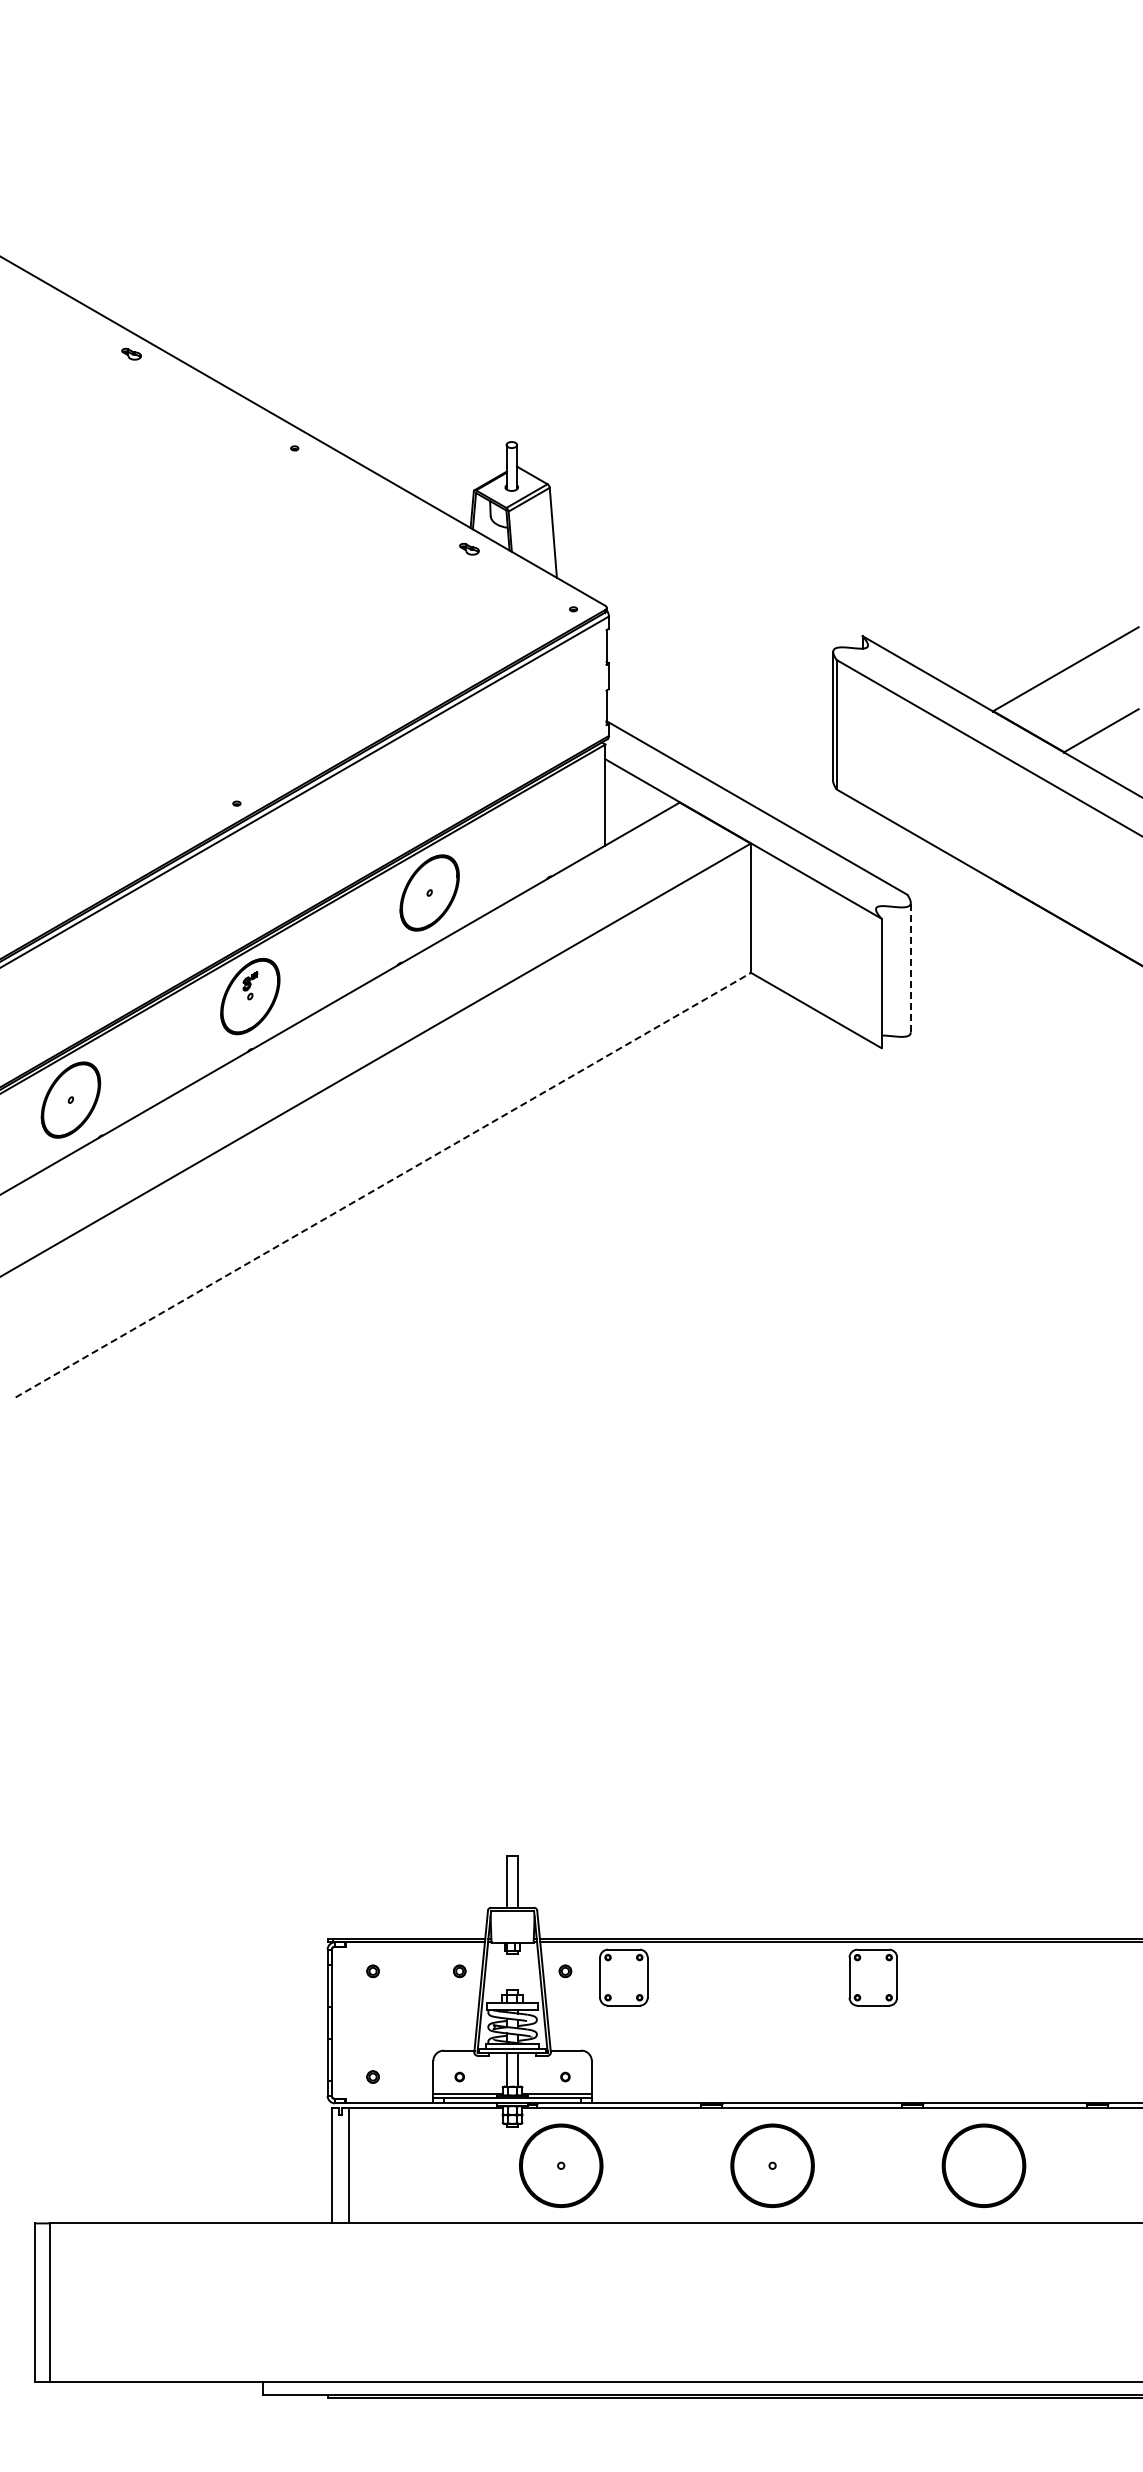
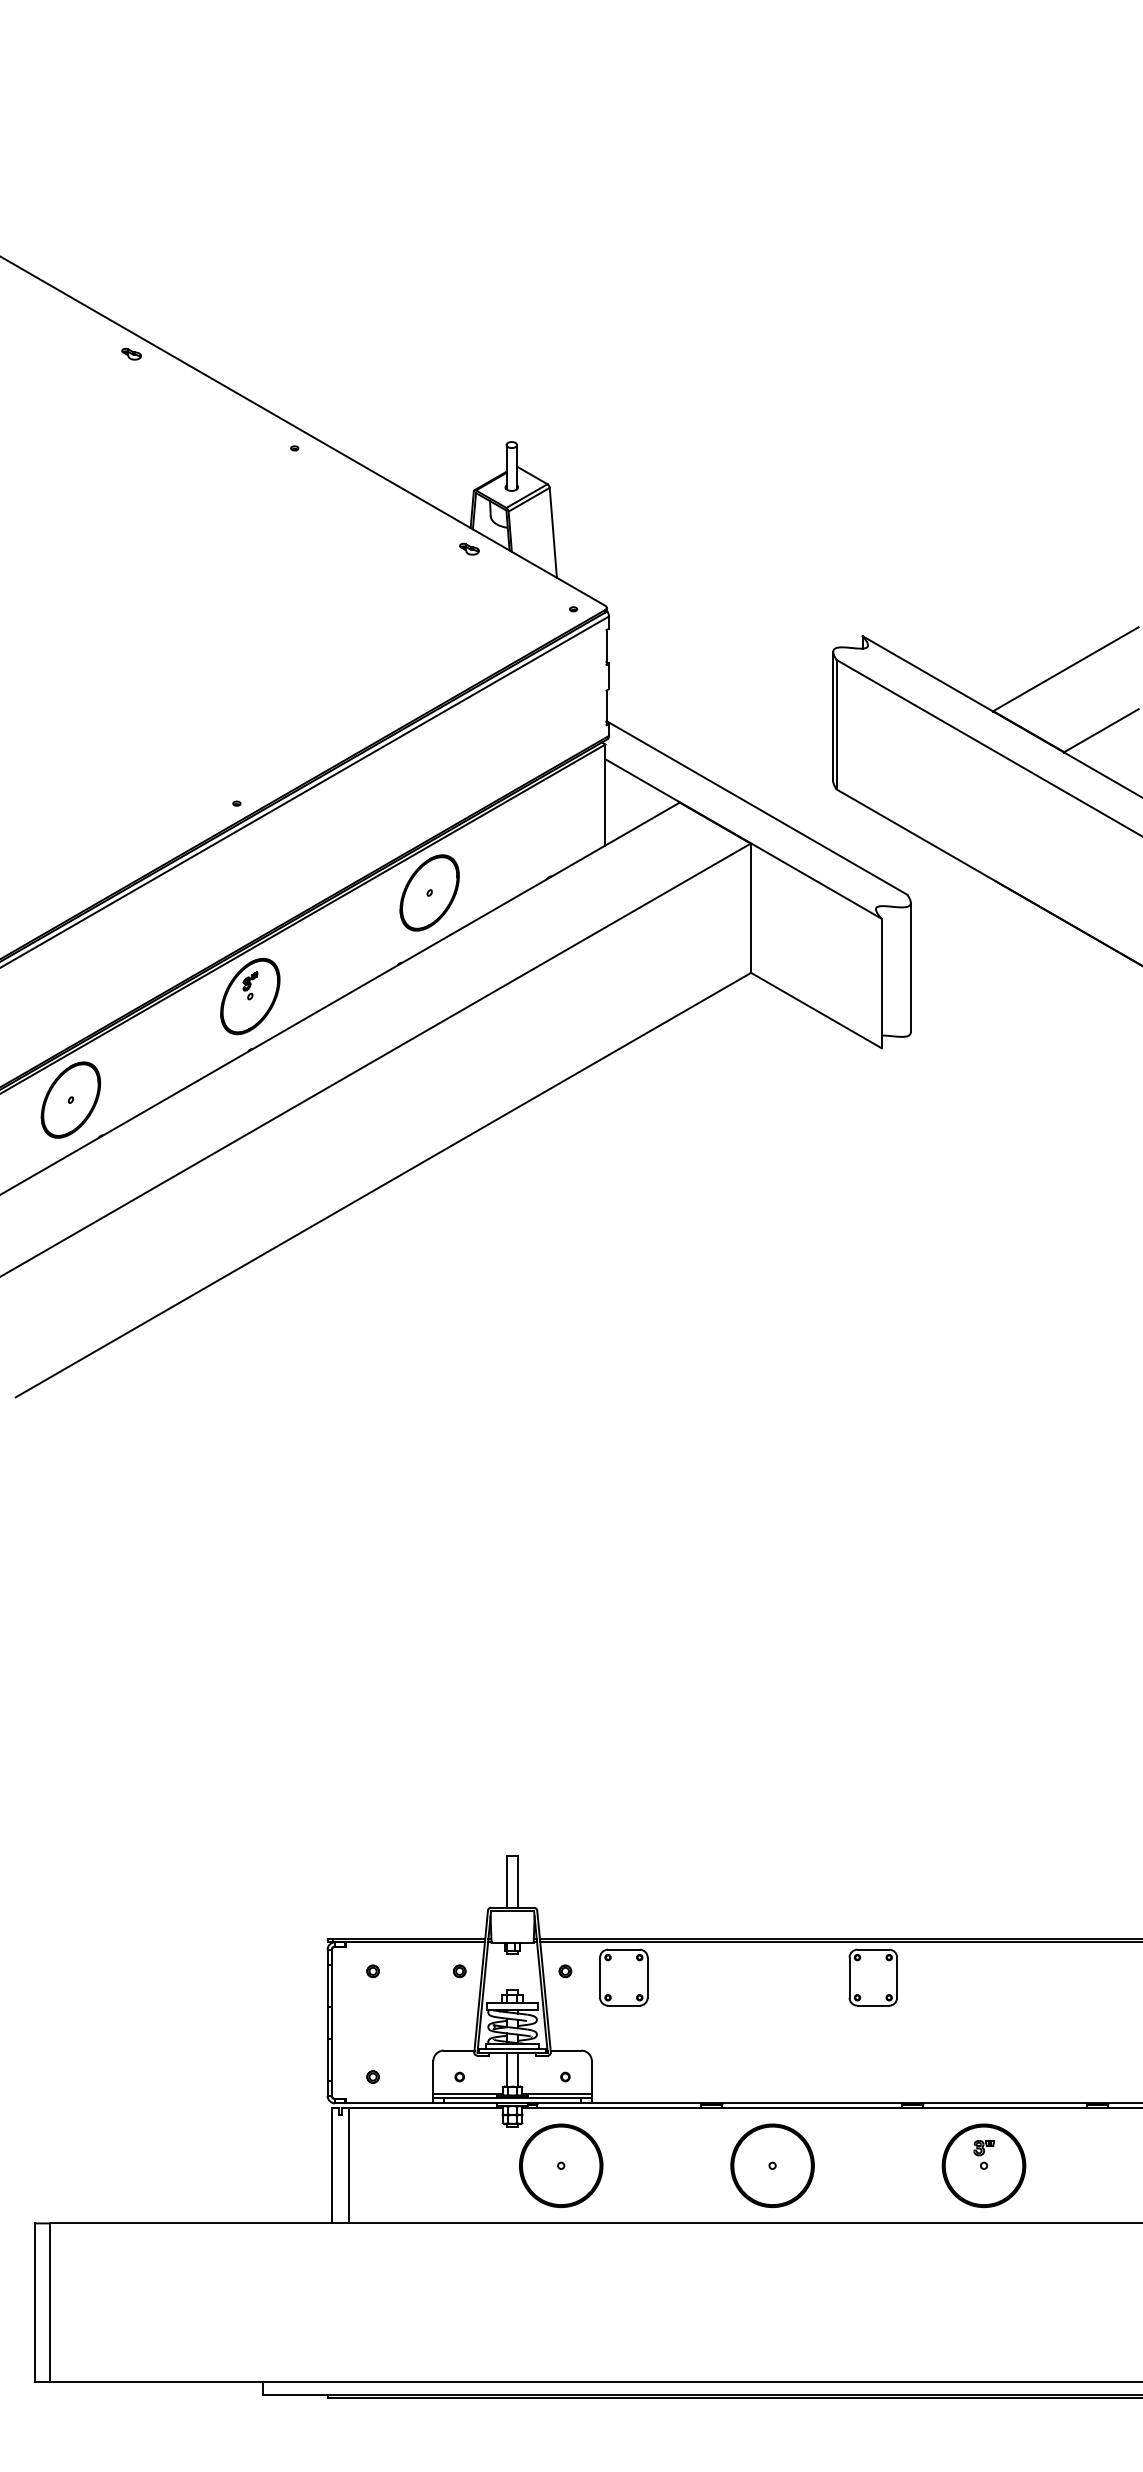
line at (910, 967): dashed -> solid
line at (383, 1185): dashed -> solid
part at (983, 2154): none -> present
